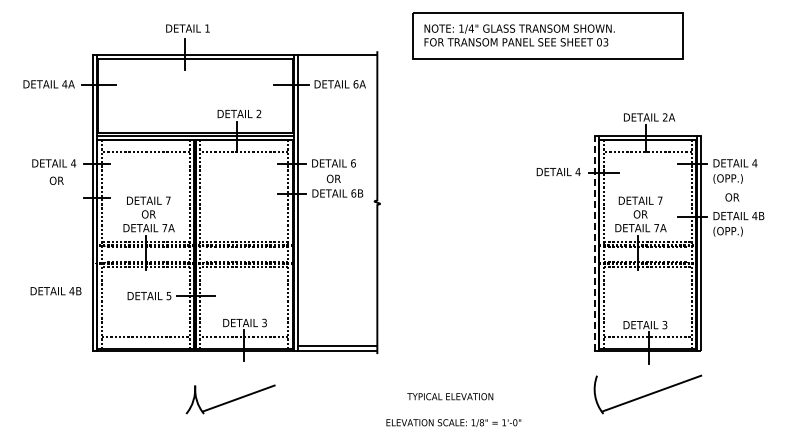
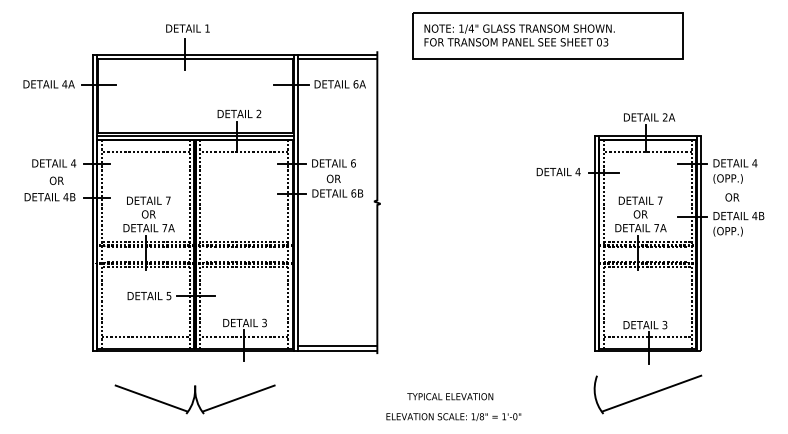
line at (337, 58): none -> present
line at (594, 243): dashed -> solid
text at (55, 291) position: (55, 291) -> (49, 197)
line at (151, 398): none -> present
text at (453, 422) position: (453, 422) -> (453, 416)
